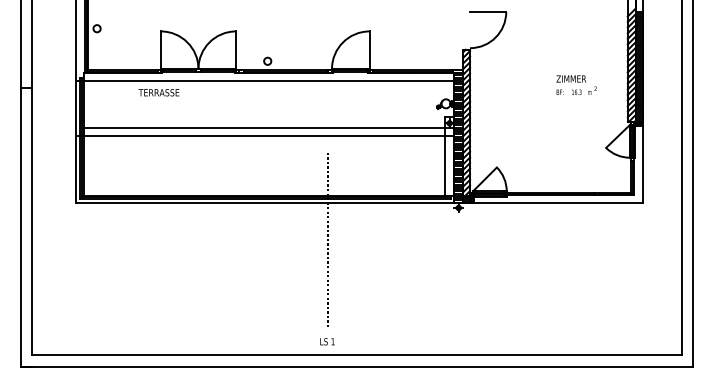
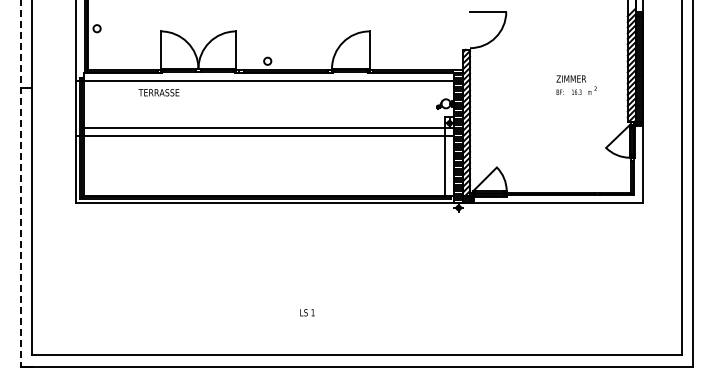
line at (21, 183): solid -> dashed
line at (327, 240): present -> none
text at (327, 341) position: (327, 341) -> (307, 312)
